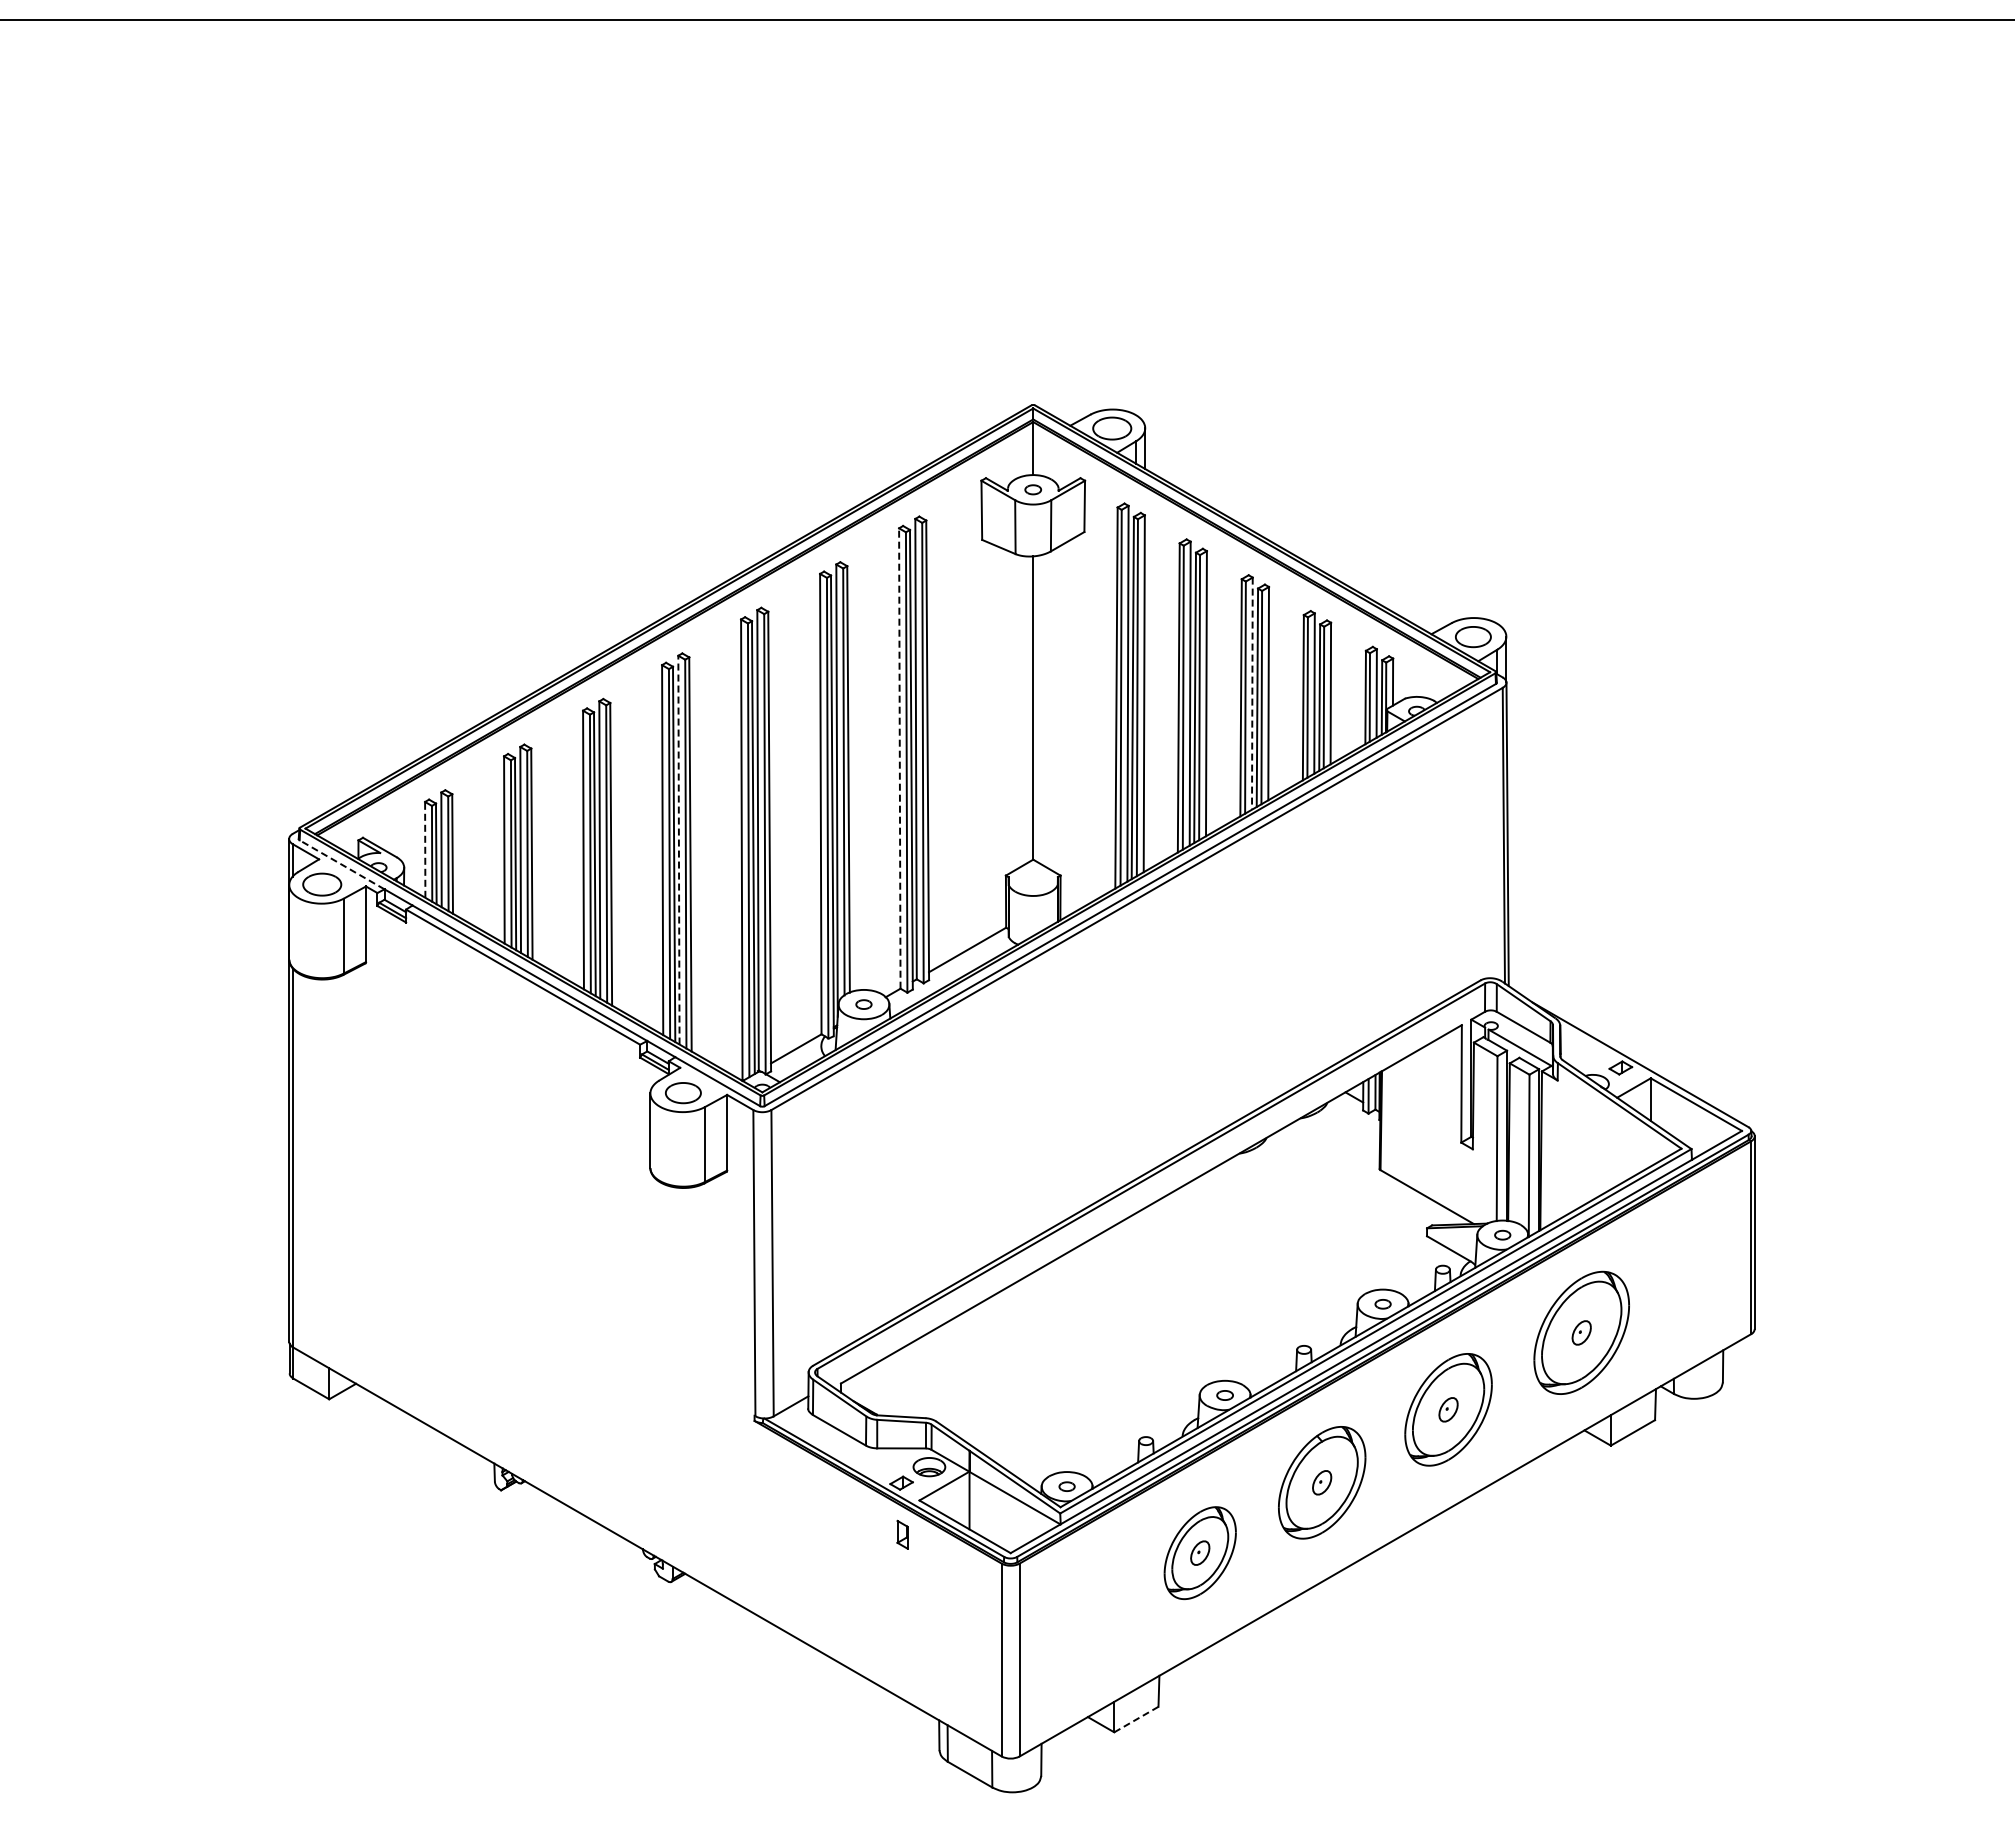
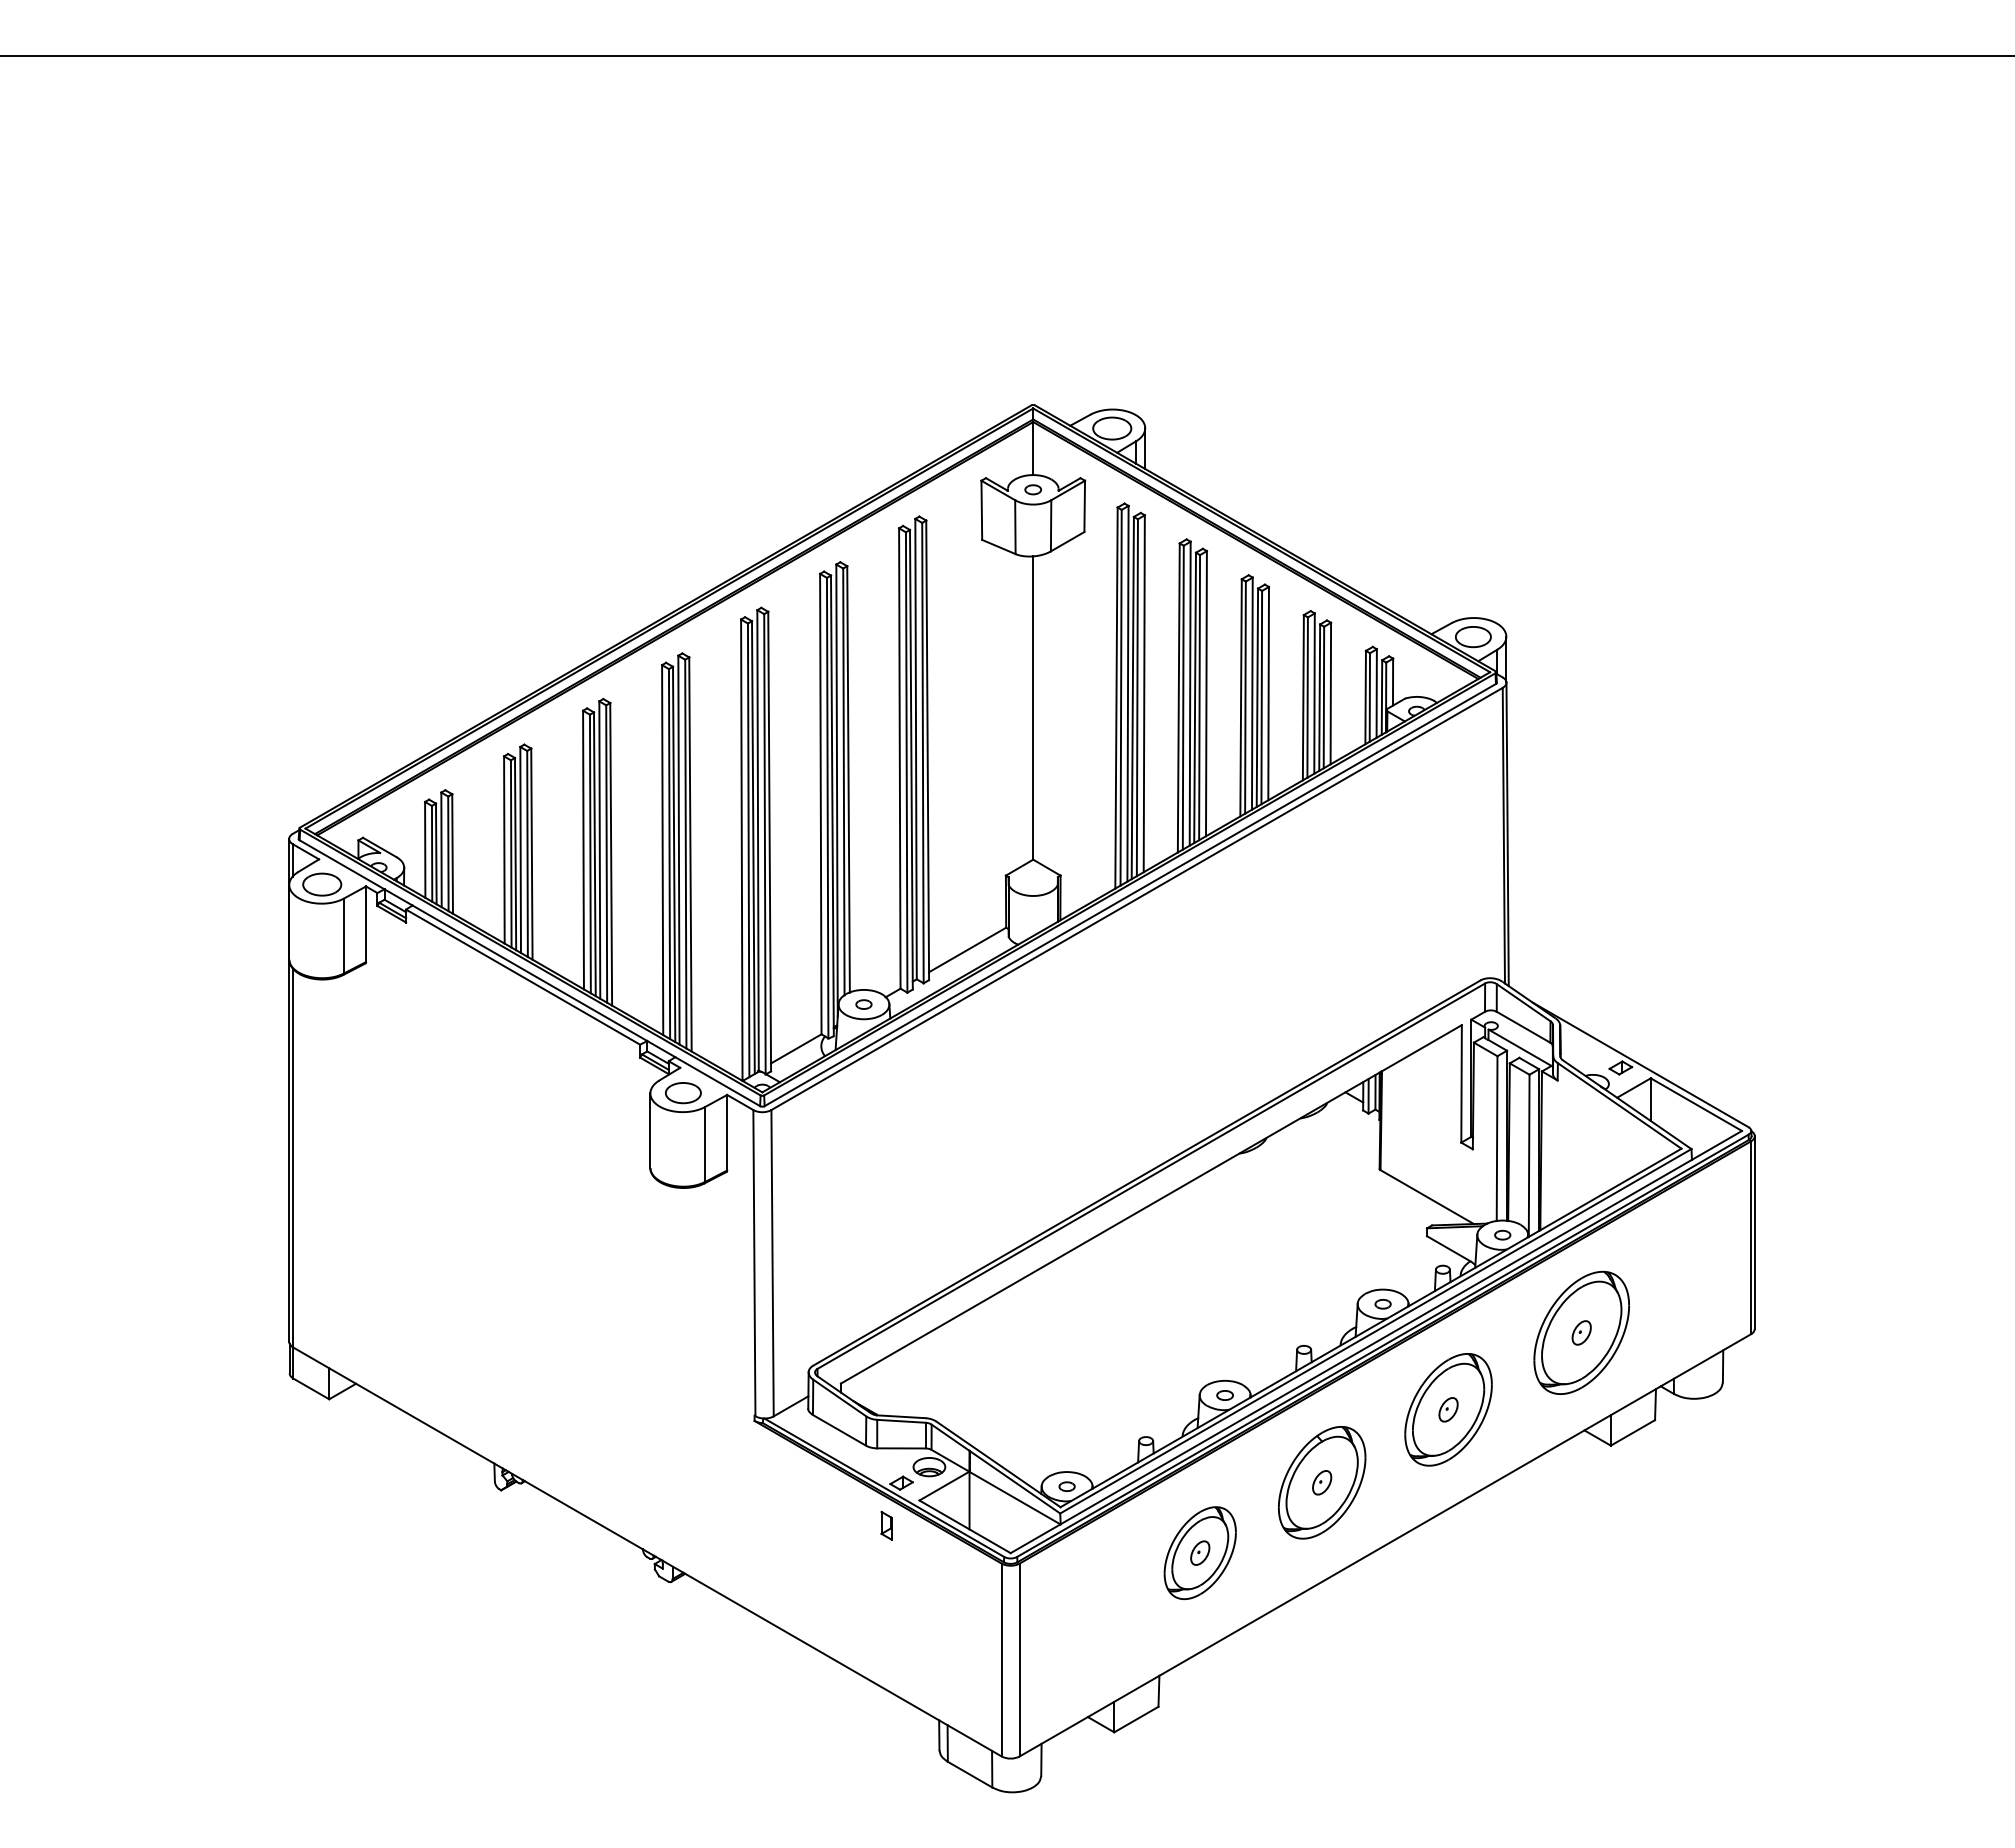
line at (1006, 19) position: (1006, 19) -> (1006, 55)
line at (1252, 694): dashed -> solid
line at (899, 758): dashed -> solid
line at (425, 849): dashed -> solid
line at (678, 849): dashed -> solid
line at (342, 864): dashed -> solid
part at (902, 1534) position: (902, 1534) -> (886, 1525)
line at (1136, 1719): dashed -> solid
